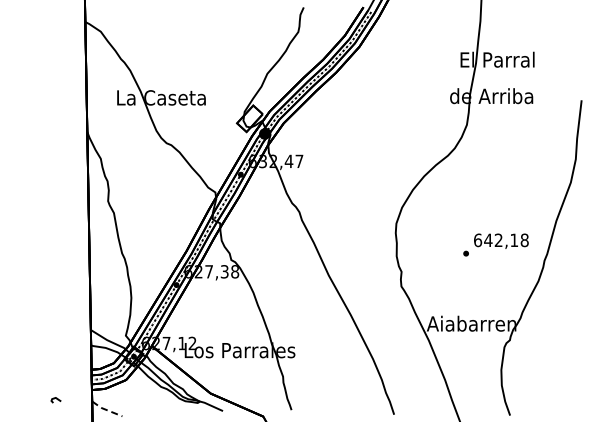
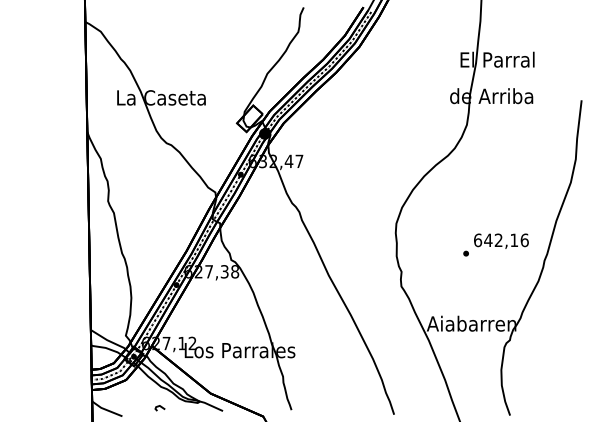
text at (524, 239): 642,18 -> 642,16
line at (54, 399) position: (54, 399) -> (158, 407)
line at (105, 409): dashed -> solid
